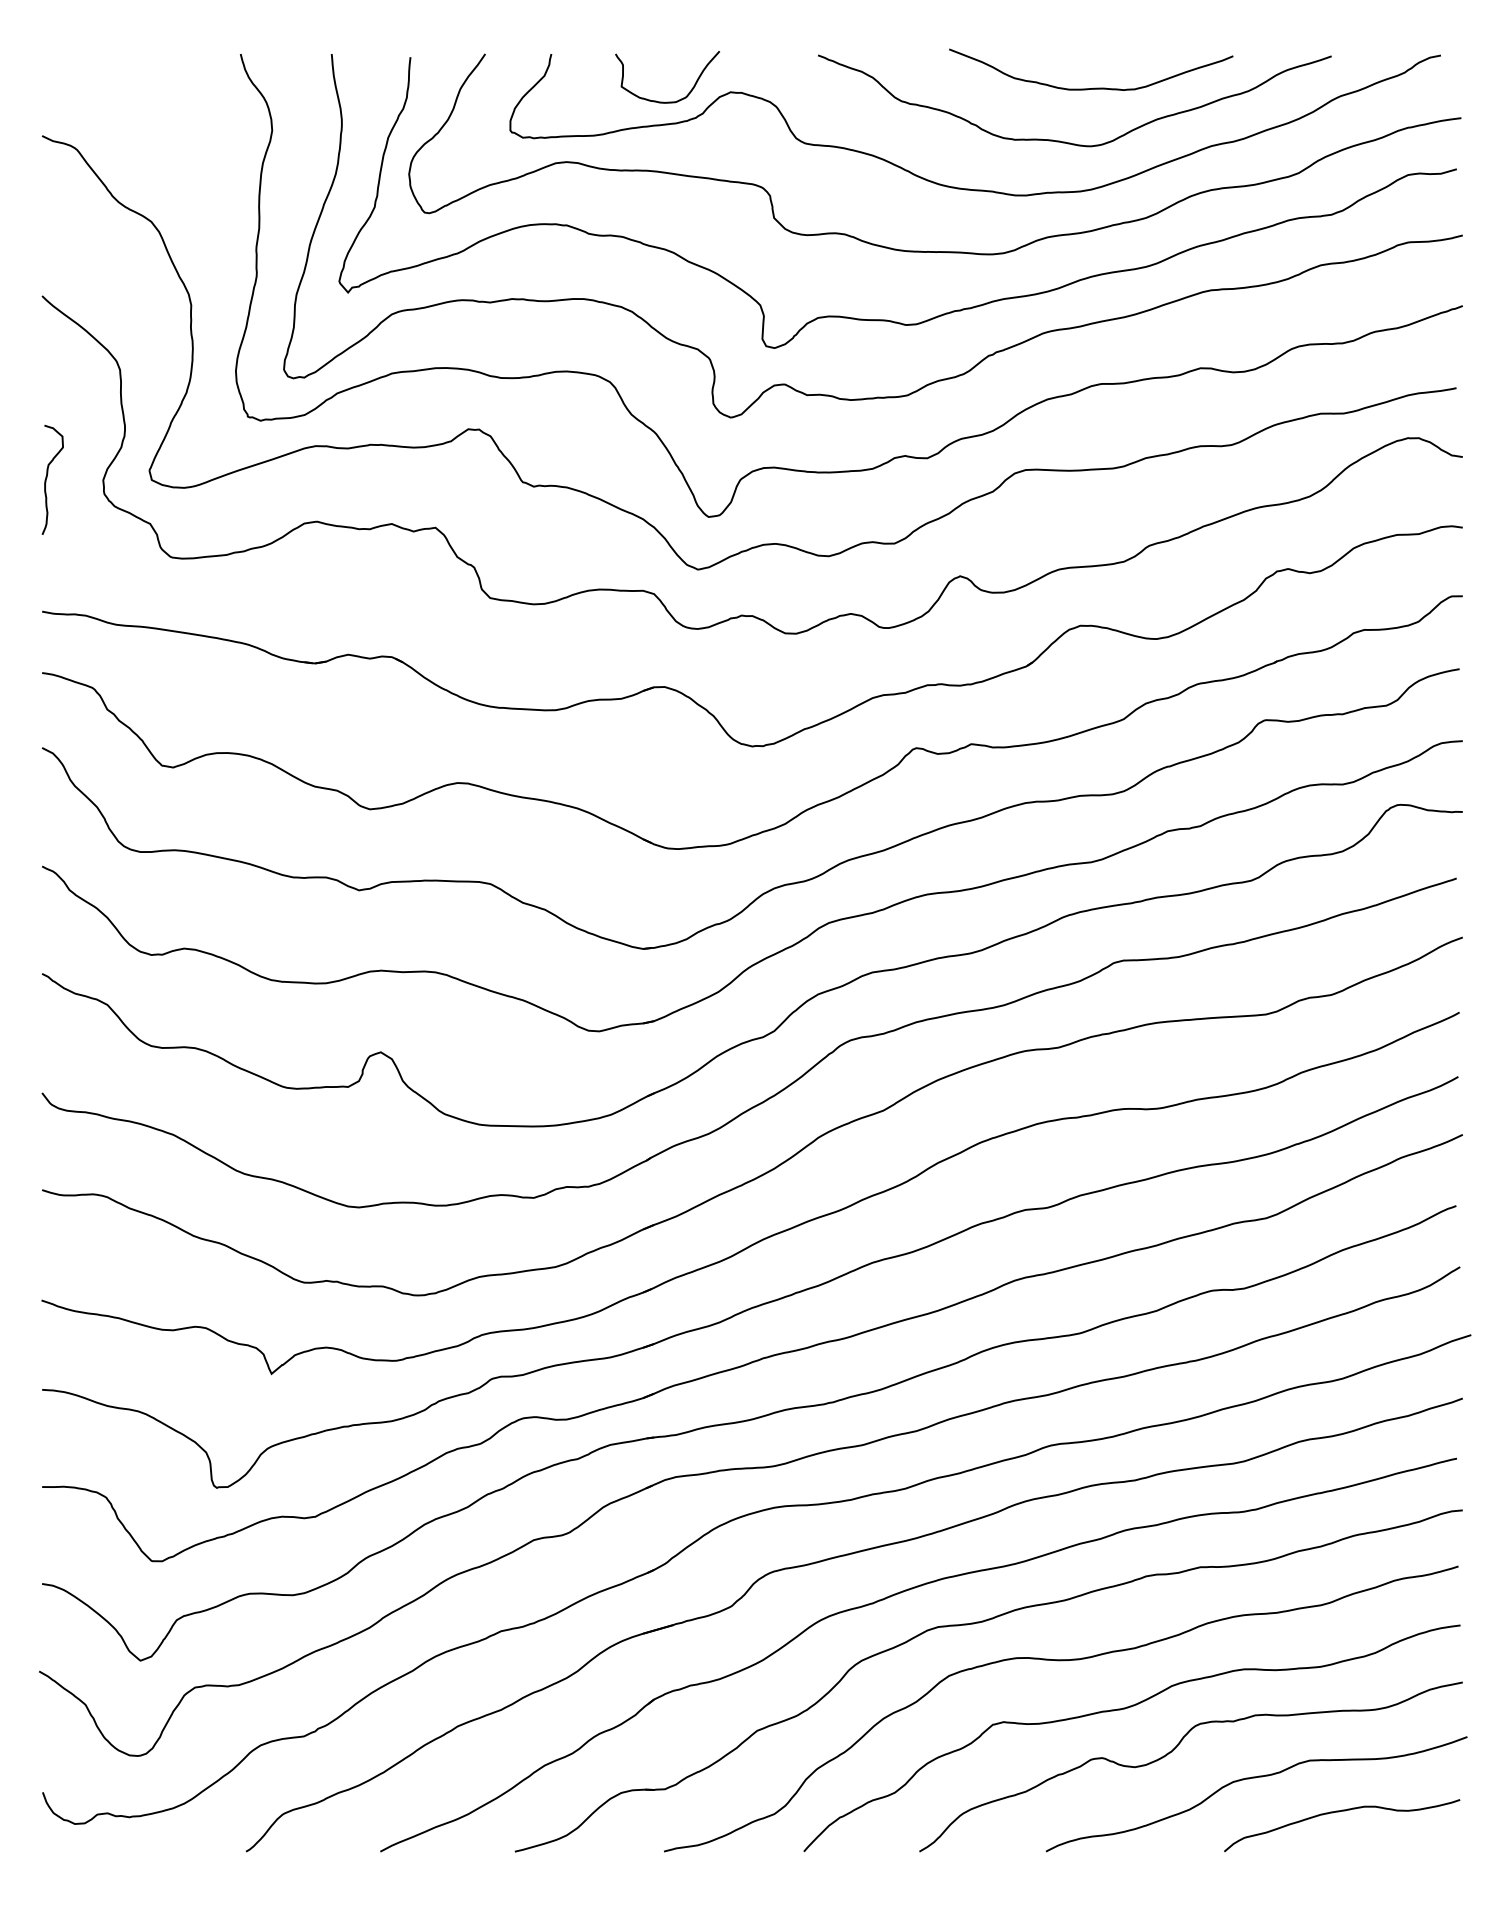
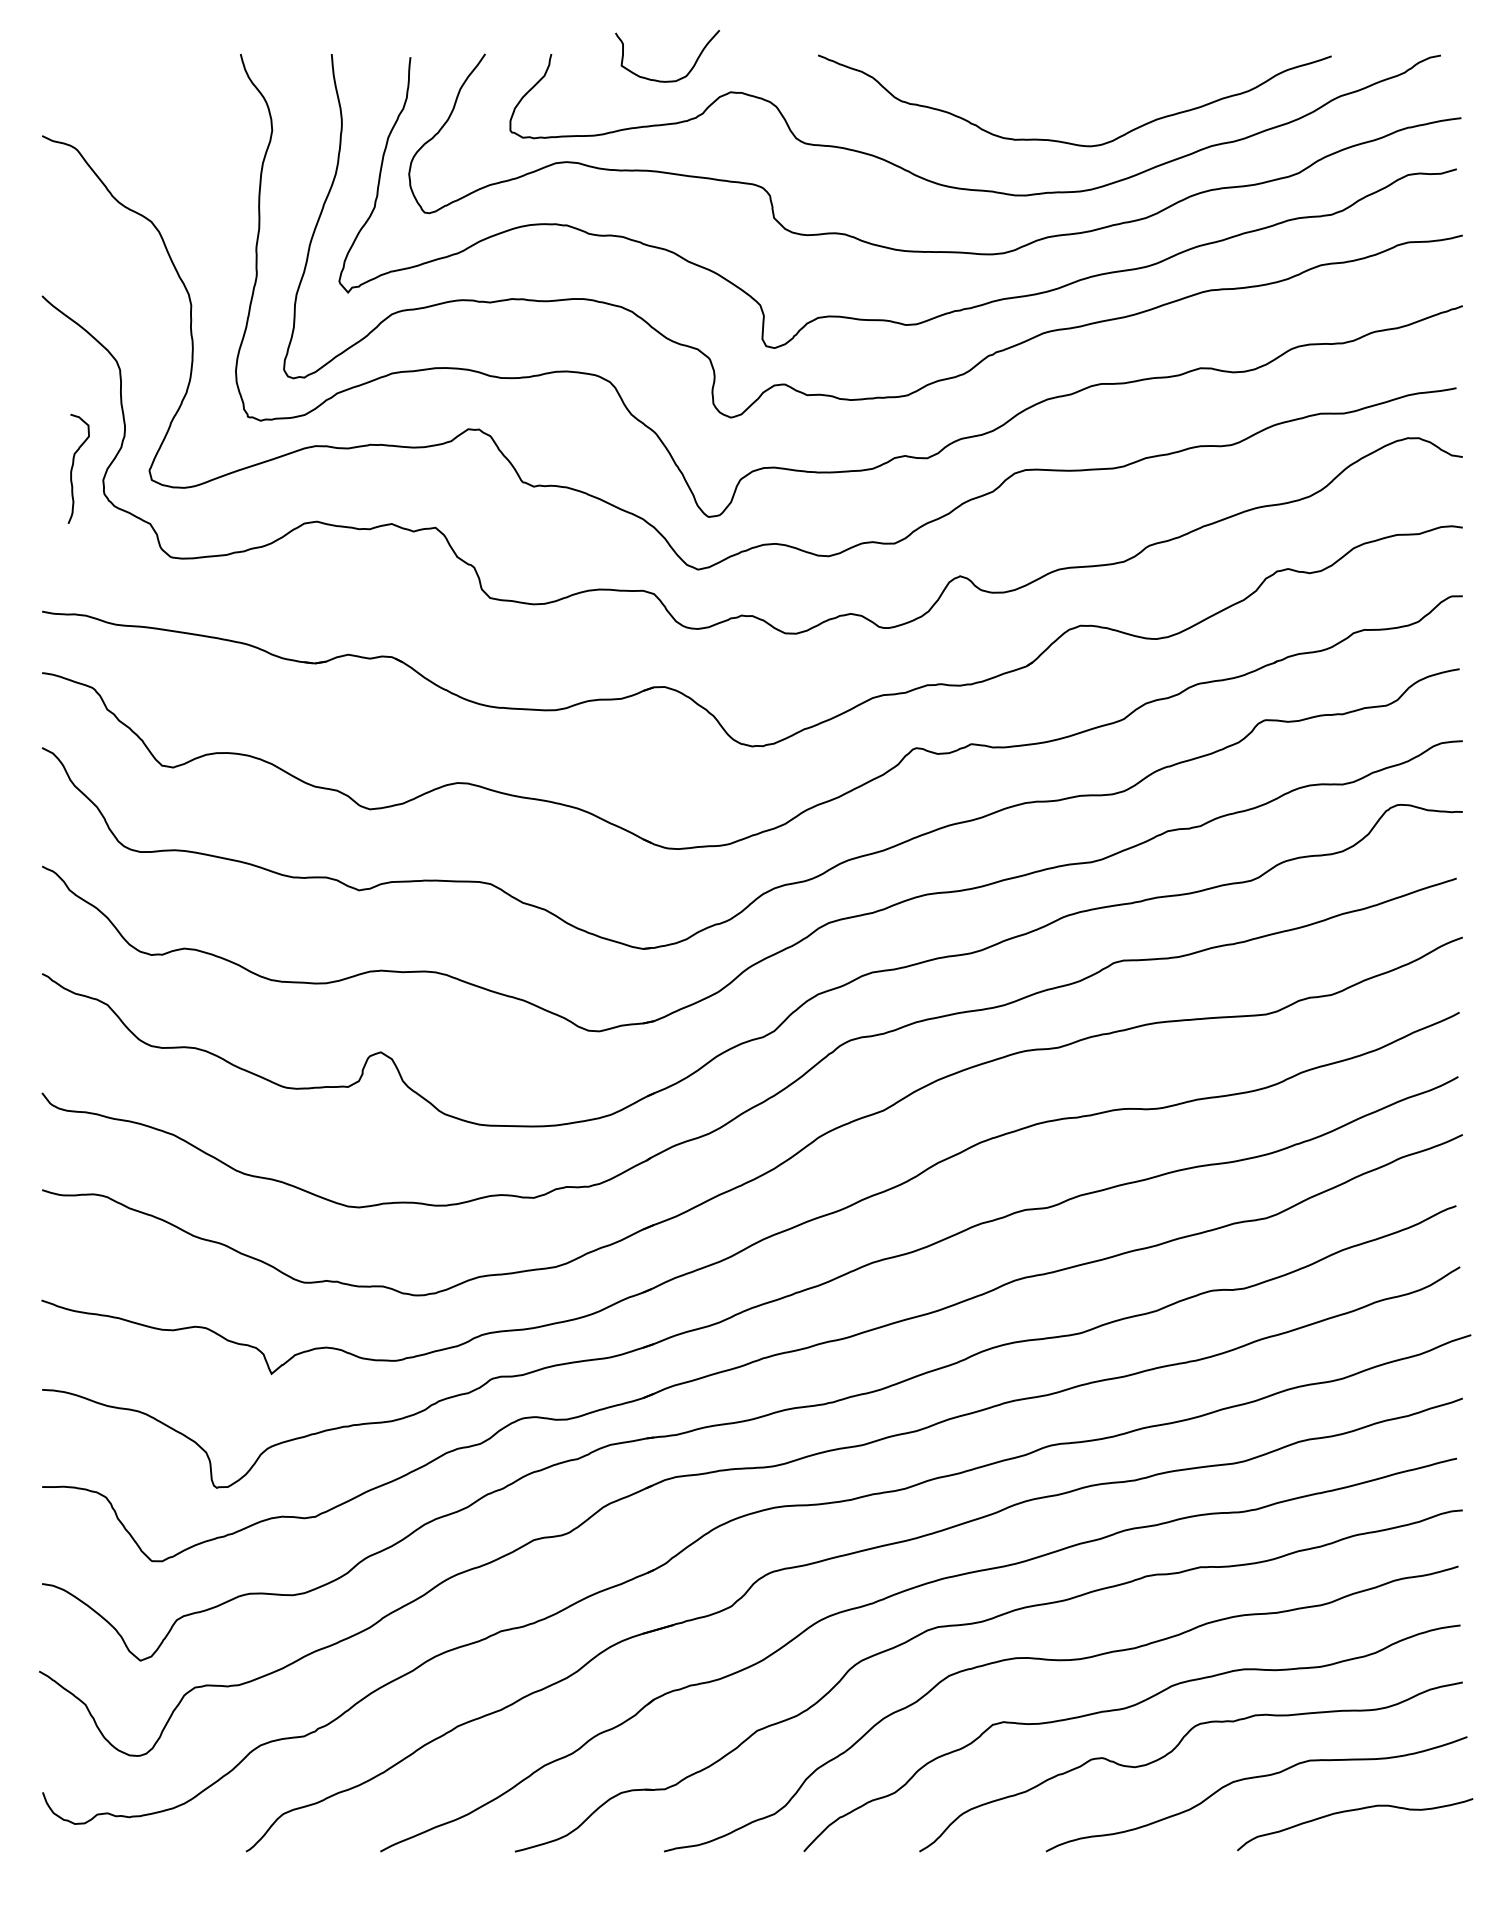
curve at (1094, 87): present -> none
curve at (667, 101) position: (667, 101) -> (667, 80)
curve at (47, 478) position: (47, 478) -> (73, 467)
curve at (1339, 1812) position: (1339, 1812) -> (1352, 1811)
